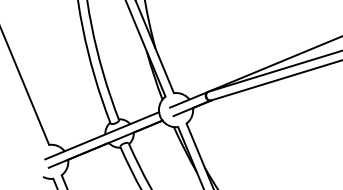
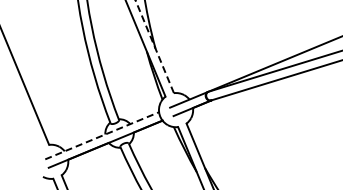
line at (154, 46): solid -> dashed
line at (102, 135): solid -> dashed
